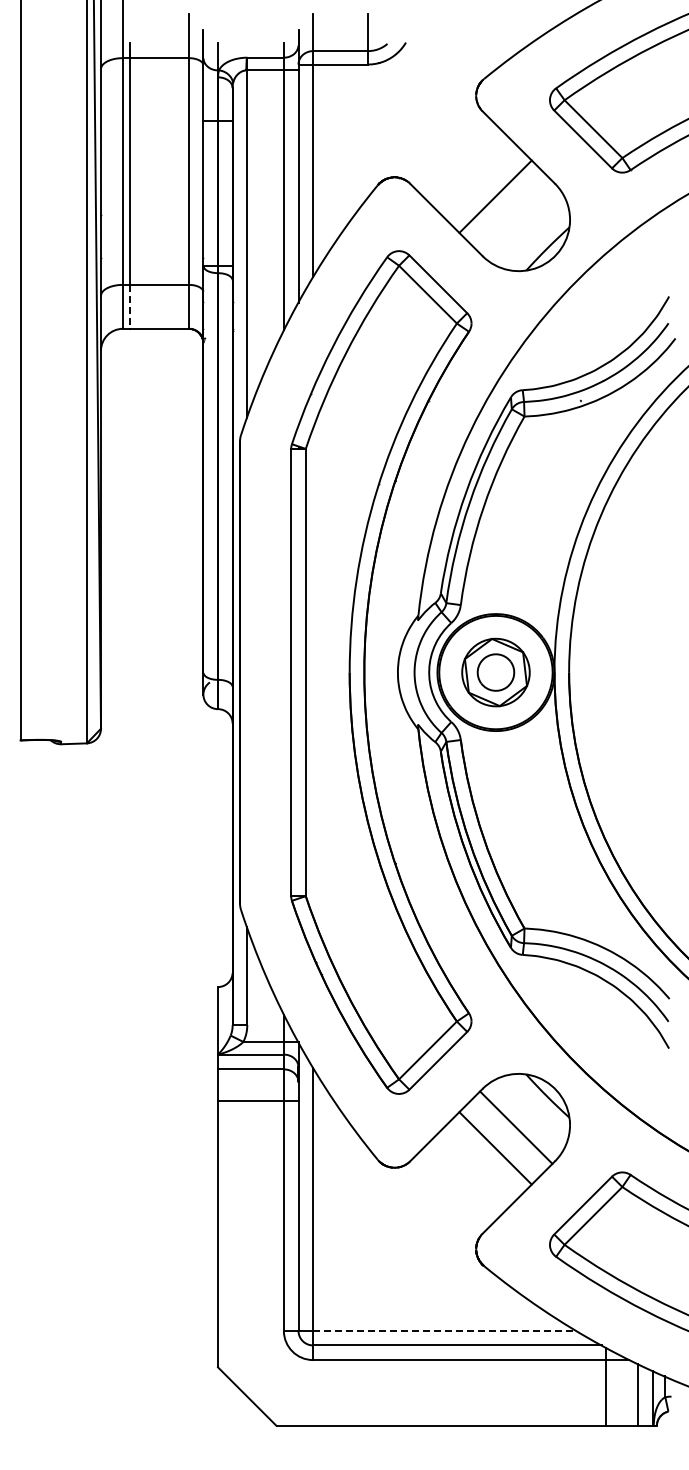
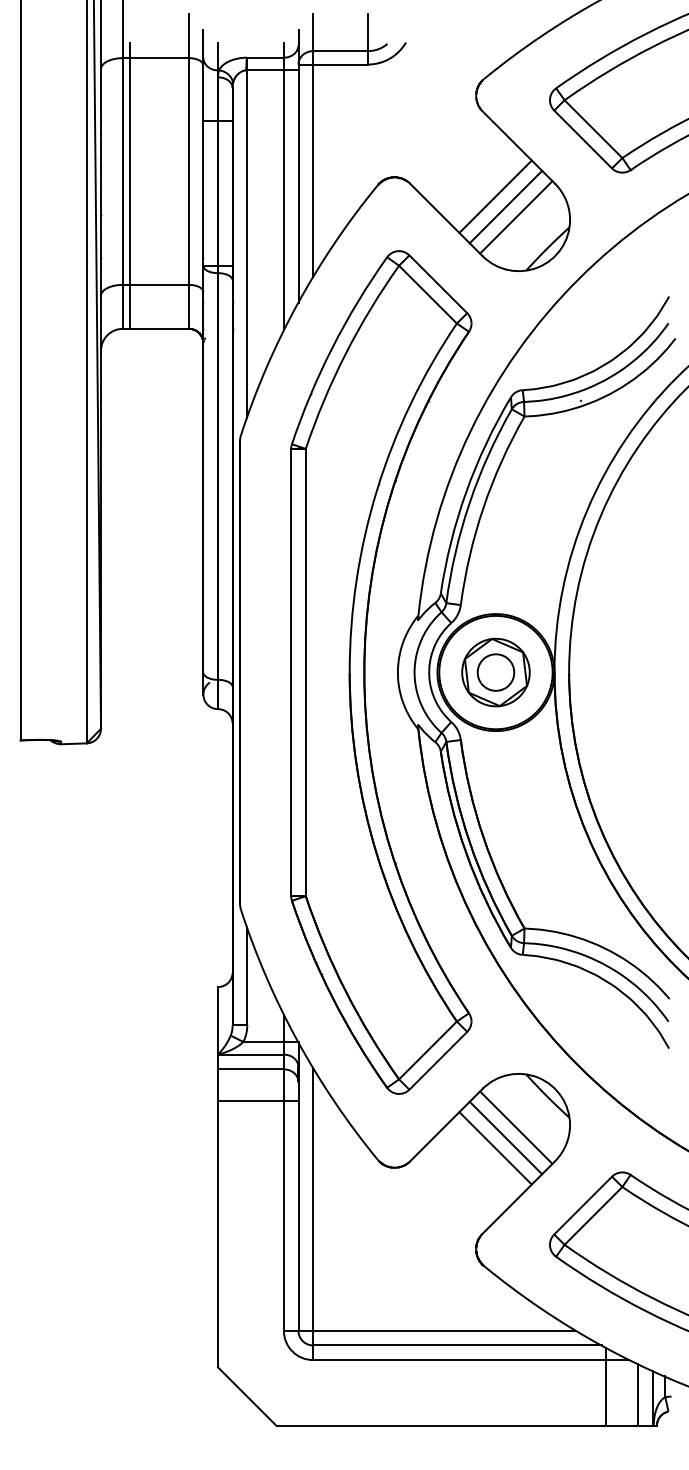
line at (505, 206): none -> present
line at (516, 217): none -> present
line at (130, 306): dashed -> solid
line at (505, 1137): none -> present
line at (445, 1330): dashed -> solid
